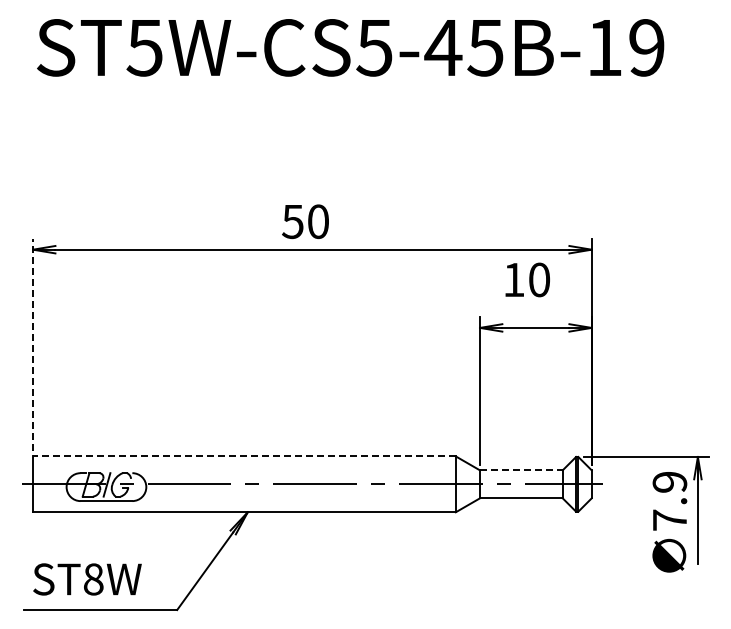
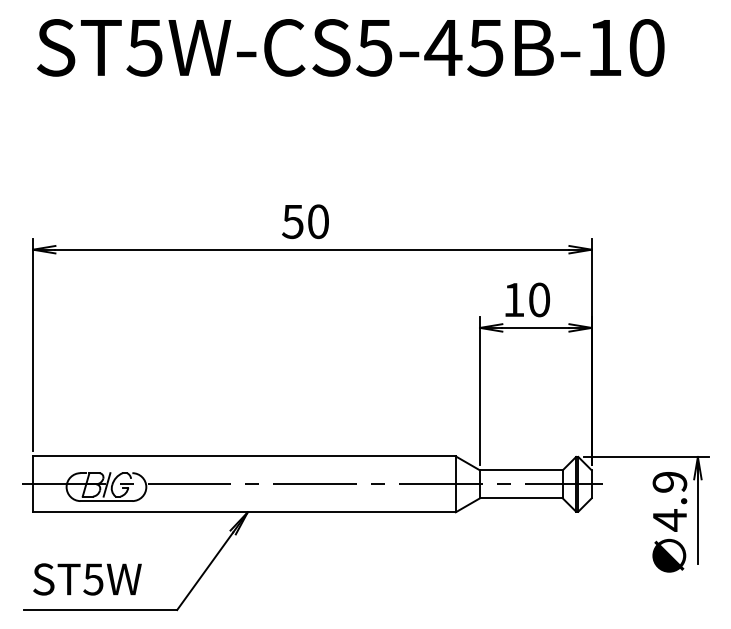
text at (646, 47): ST5W-CS5-45B-19 -> ST5W-CS5-45B-10
text at (527, 279) position: (527, 279) -> (527, 299)
line at (33, 344): dashed -> solid
line at (243, 456): dashed -> solid
line at (521, 470): dashed -> solid
text at (669, 520): 7.9 -> 4.9
text at (93, 579): ST8W -> ST5W
